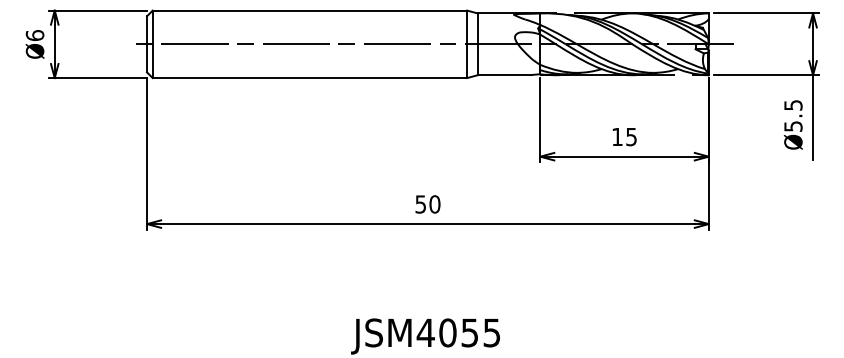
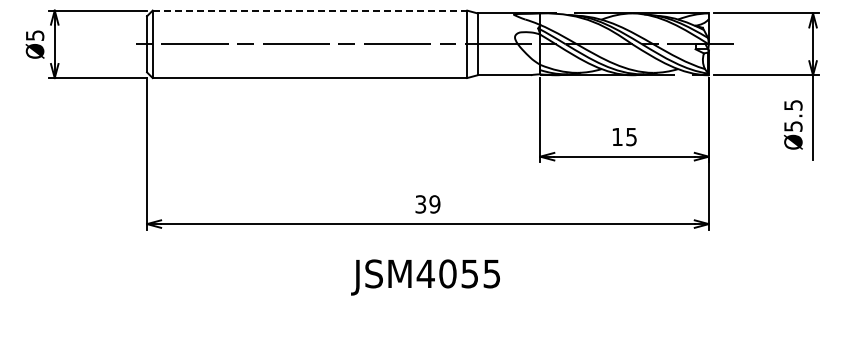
line at (310, 10): solid -> dashed
text at (34, 35): Ø6 -> Ø5
text at (428, 204): 50 -> 39
text at (425, 336) position: (425, 336) -> (425, 277)
